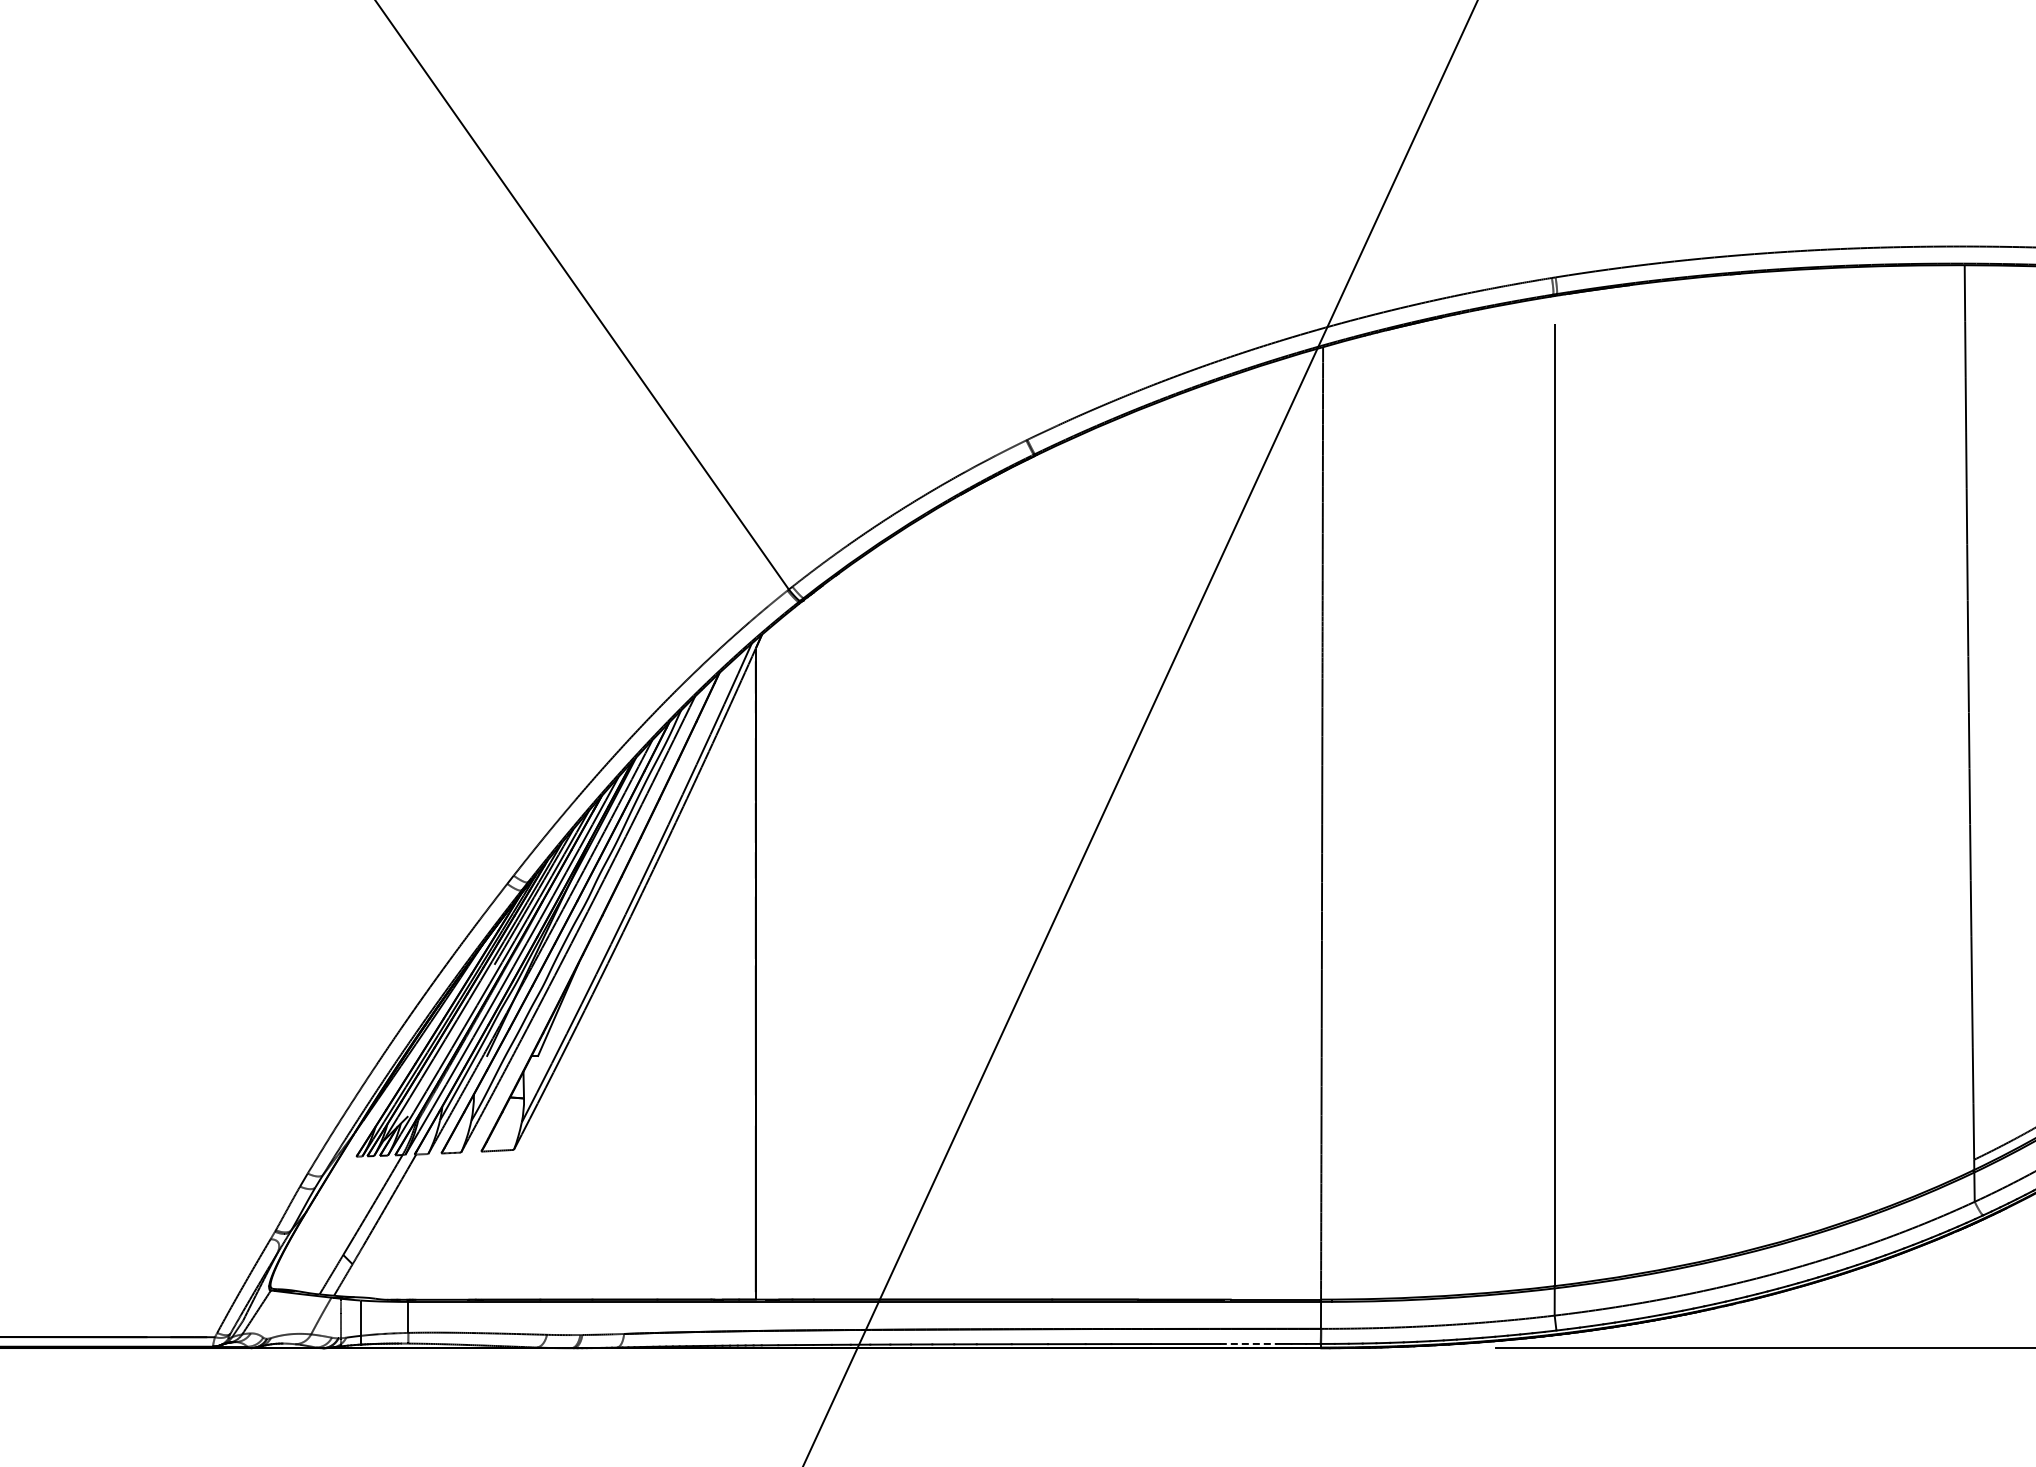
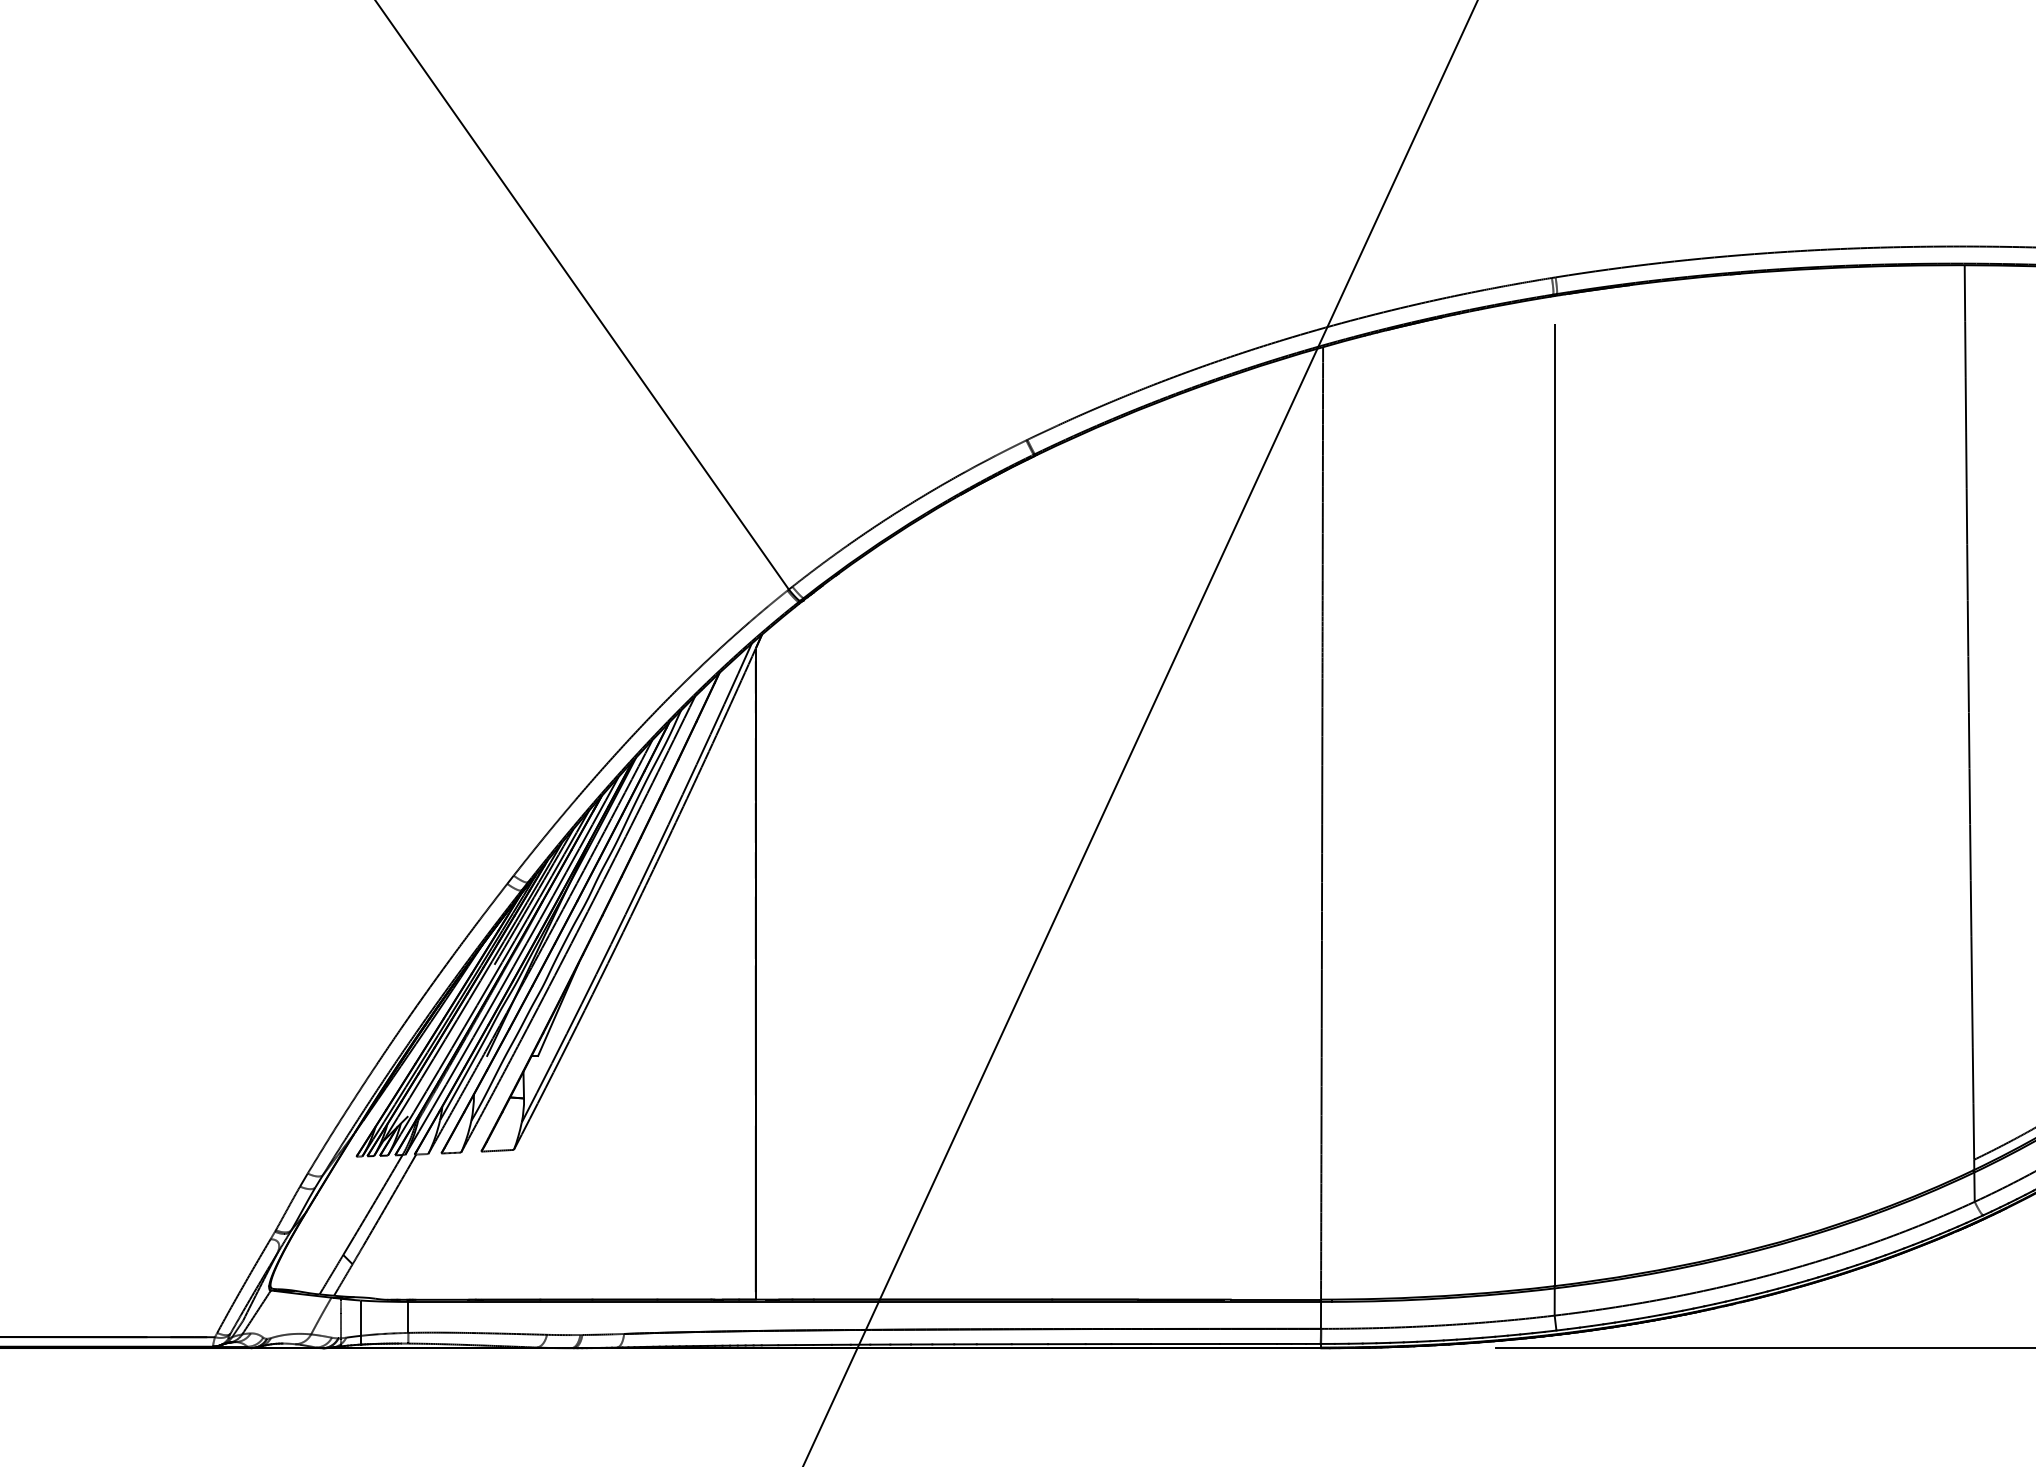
line at (1248, 1343): dashed -> solid
